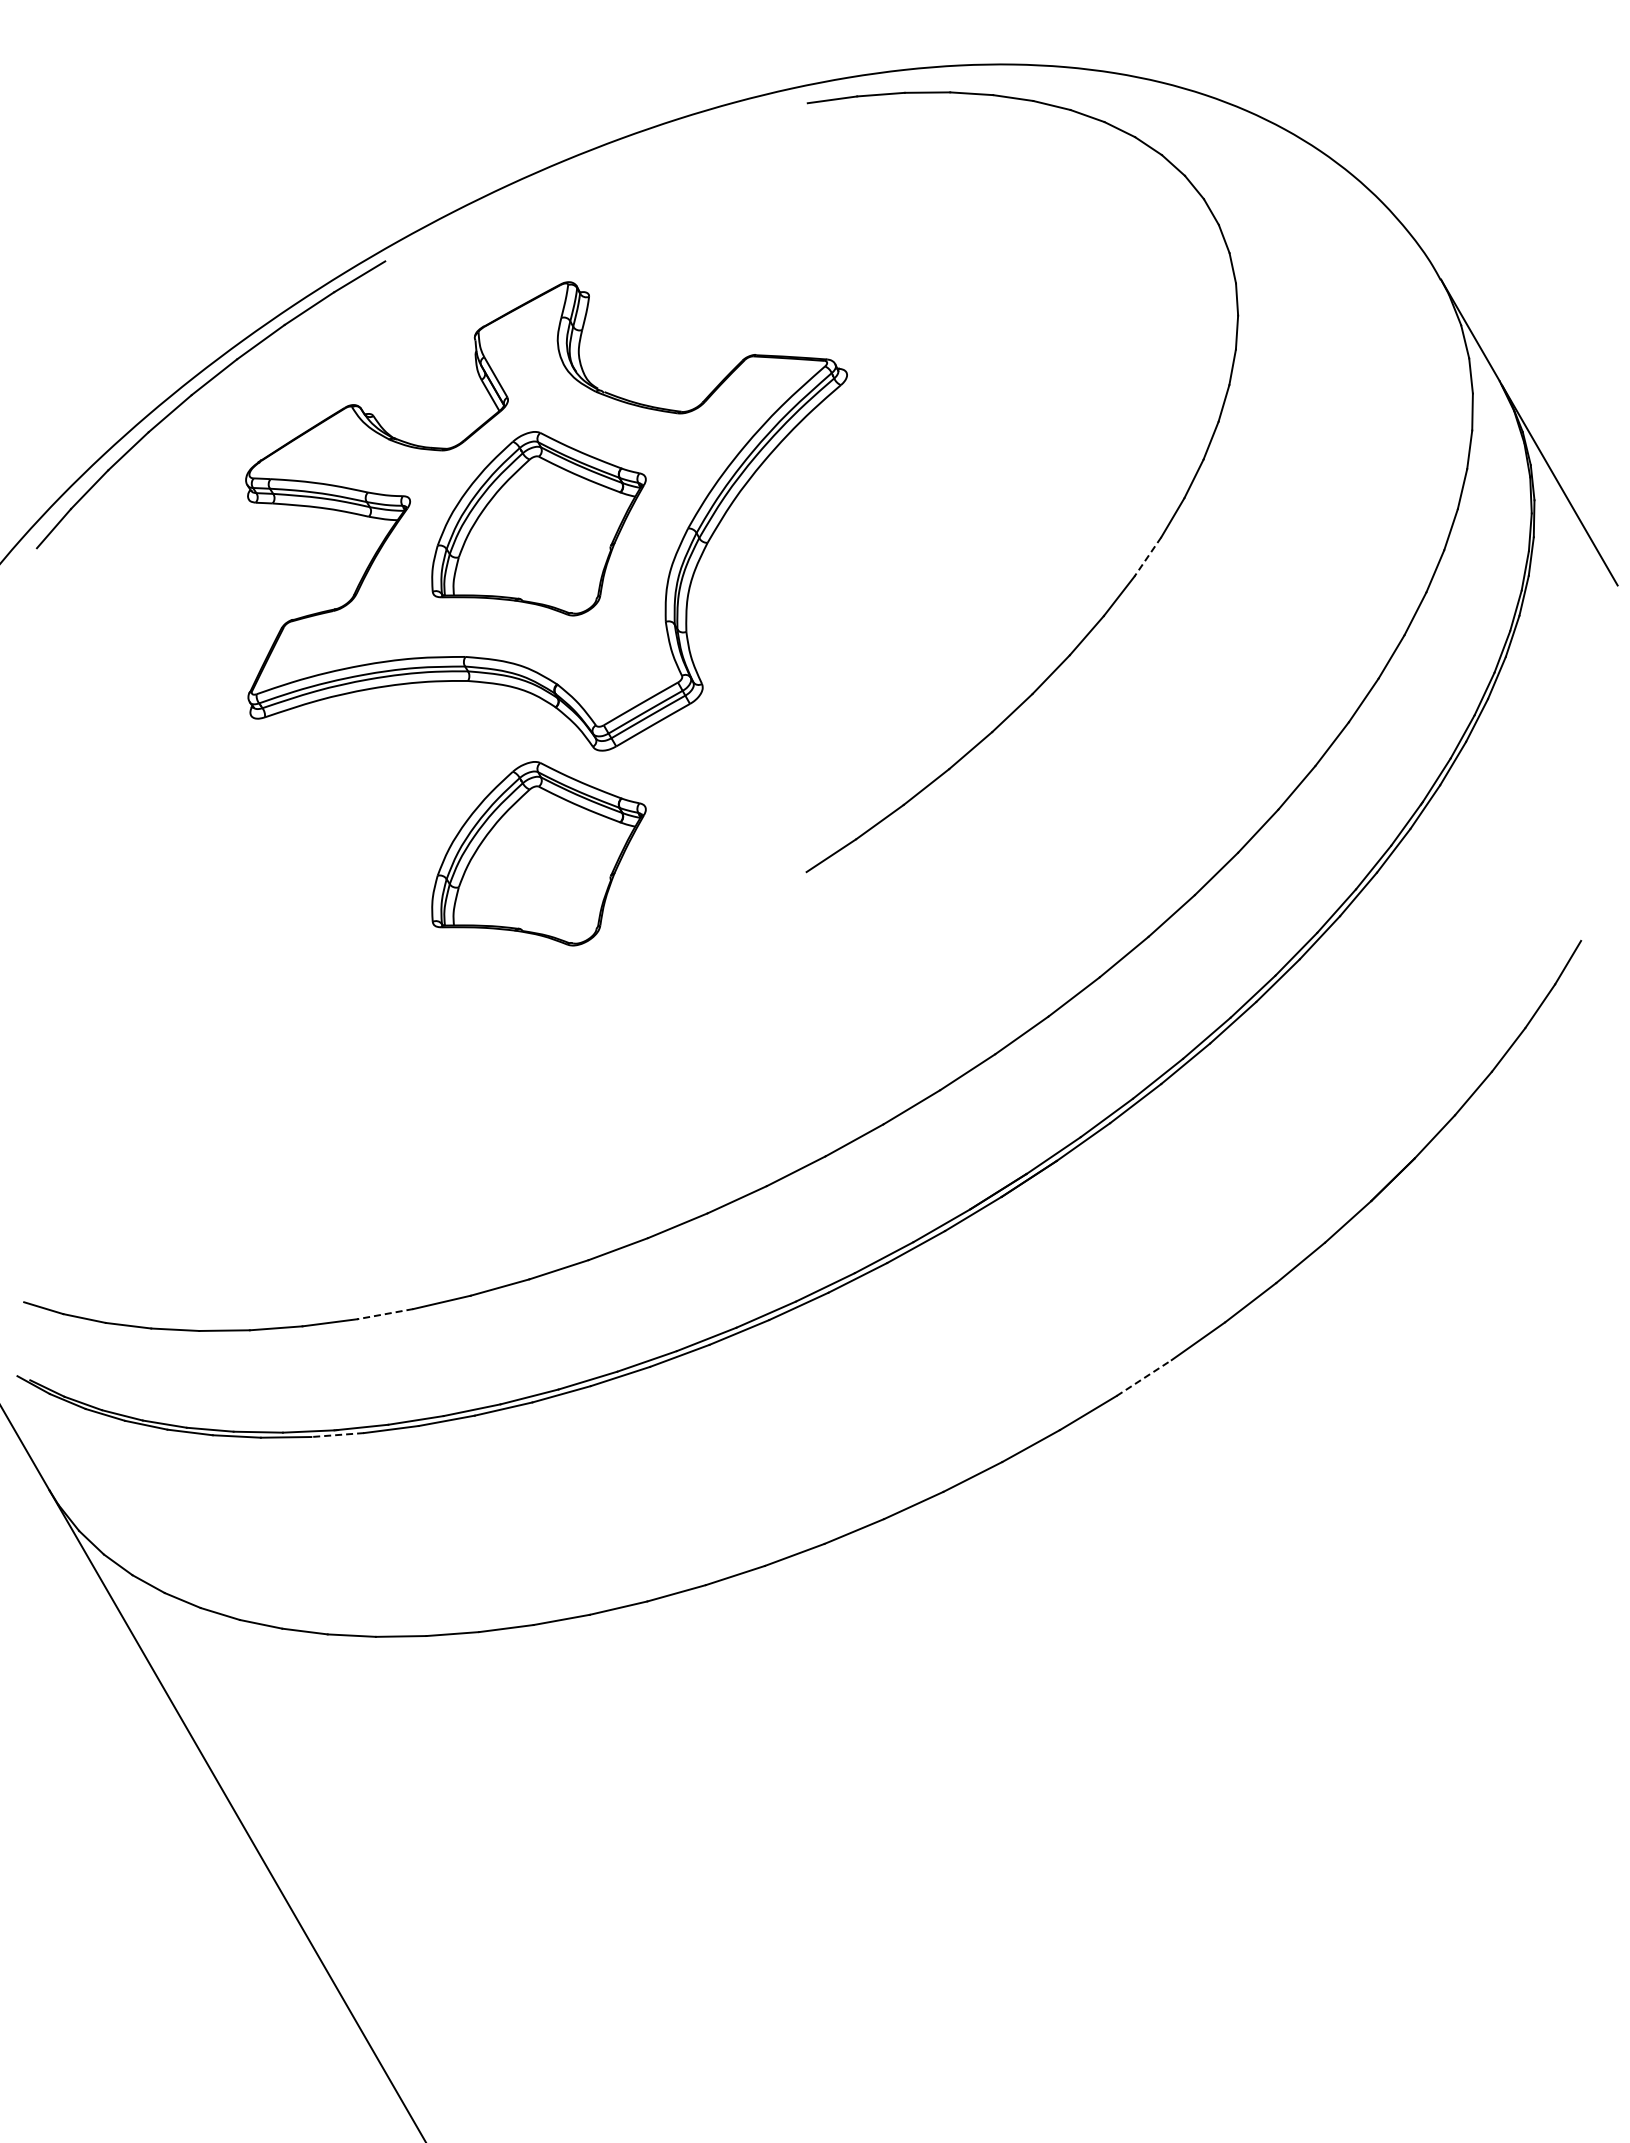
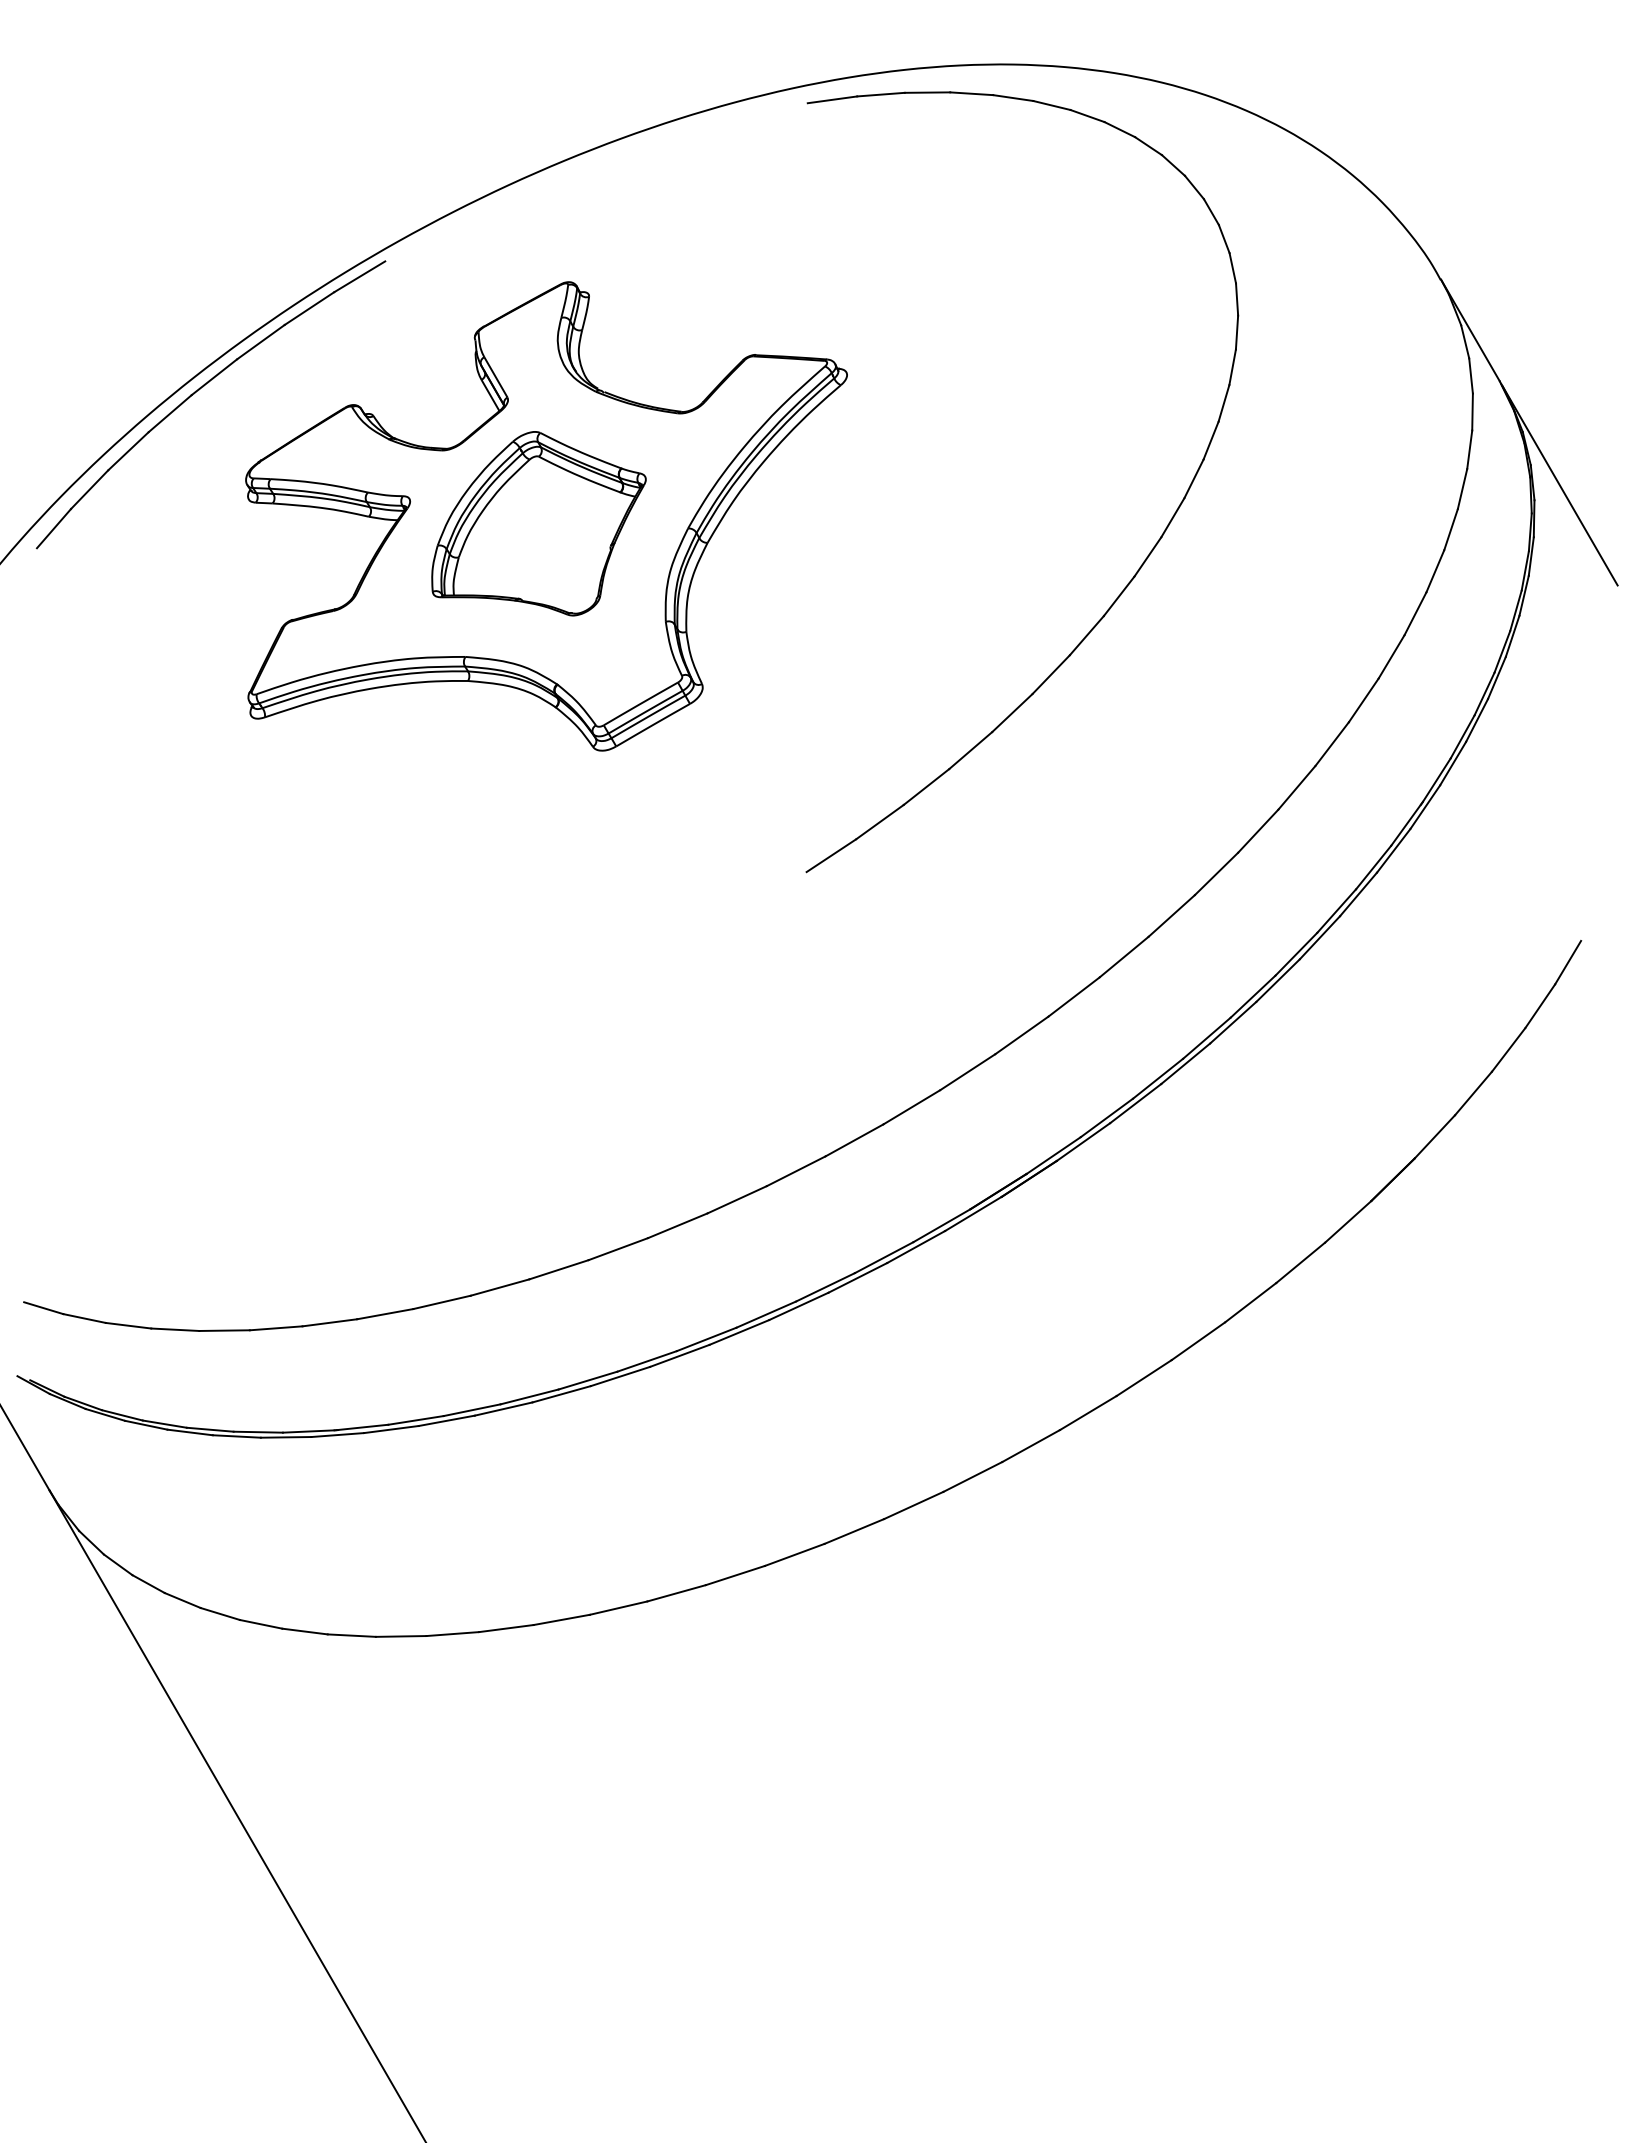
line at (1147, 556): dashed -> solid
part at (538, 853): present -> none
line at (385, 1314): dashed -> solid
line at (1144, 1378): dashed -> solid
line at (337, 1435): dashed -> solid
